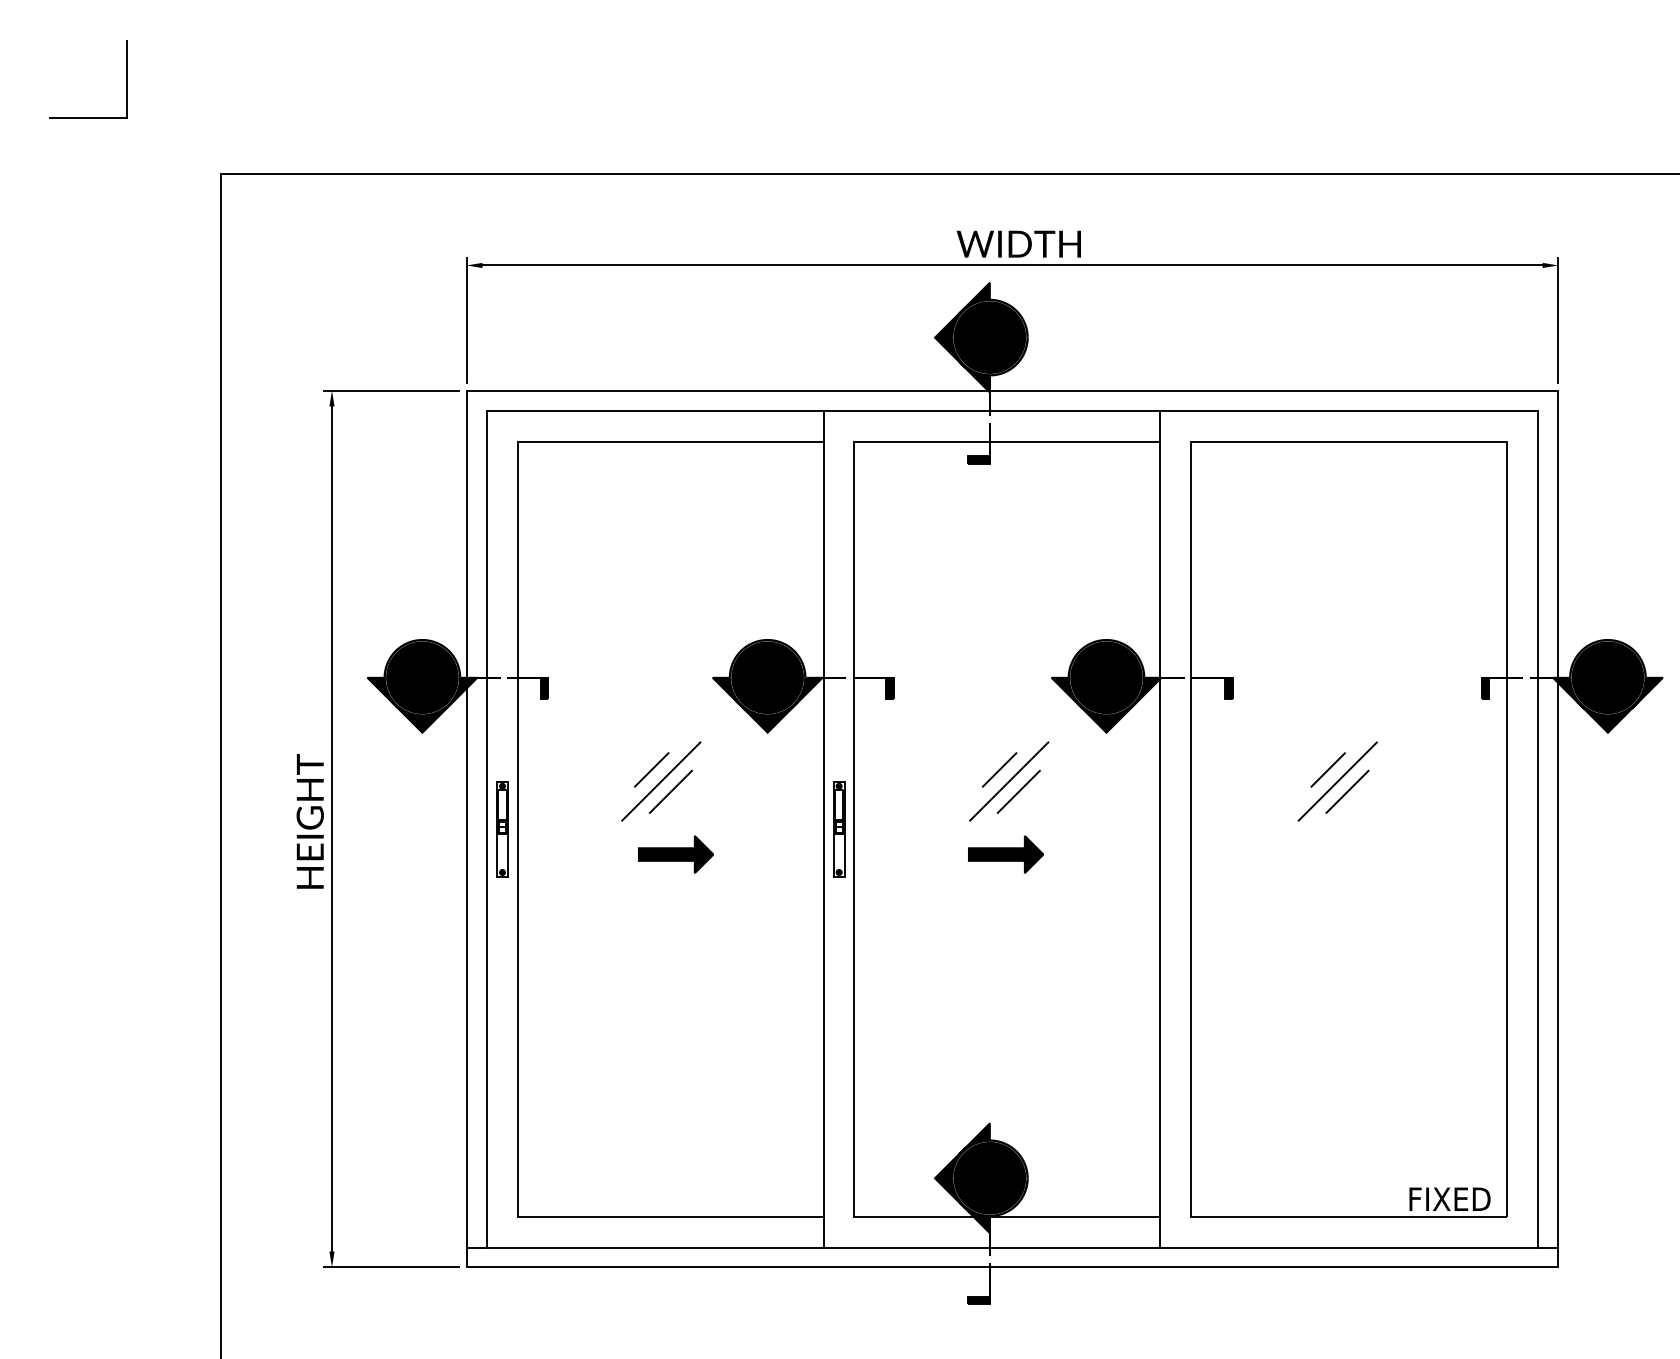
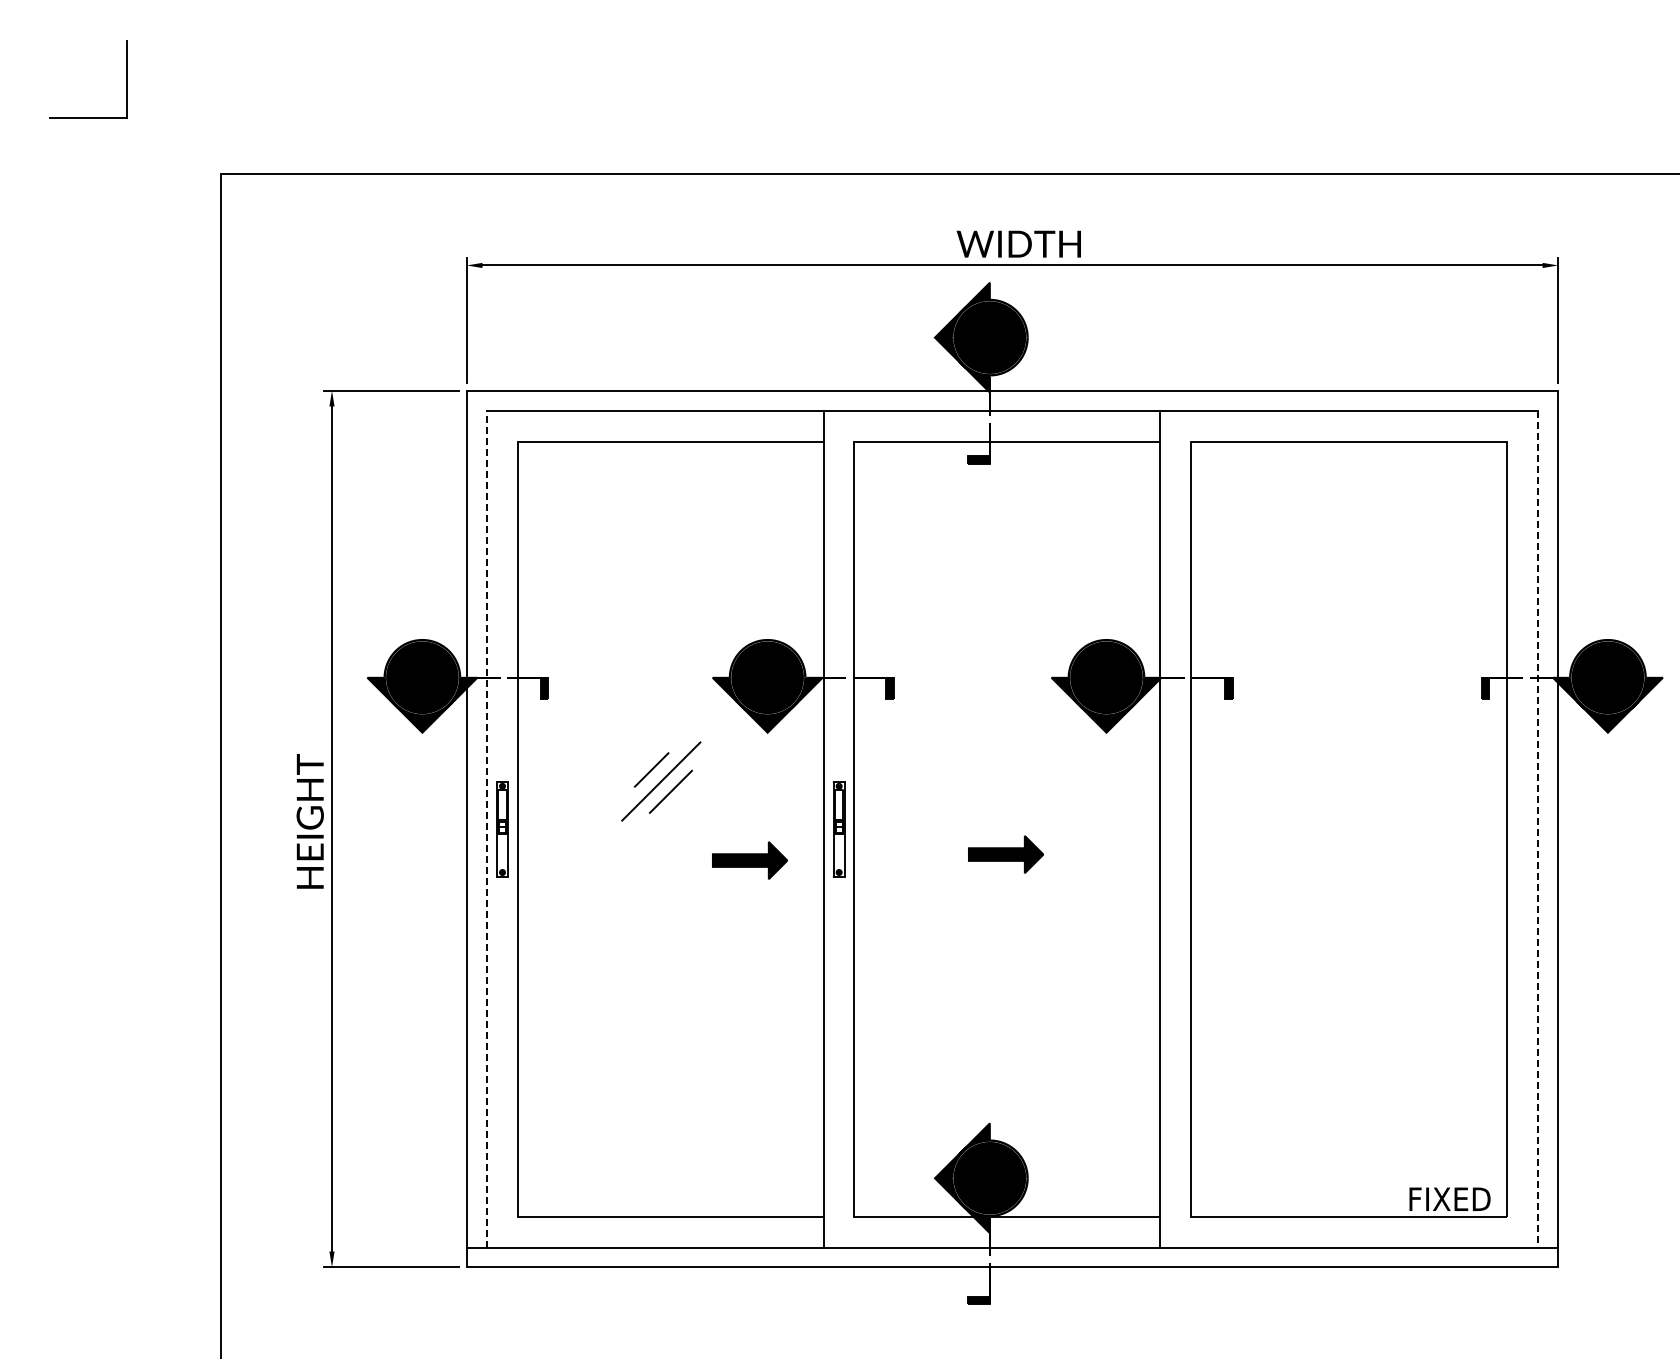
part at (1009, 781): present -> none
part at (1337, 781): present -> none
line at (487, 828): solid -> dashed
line at (1537, 829): solid -> dashed
part at (675, 854) position: (675, 854) -> (749, 860)
